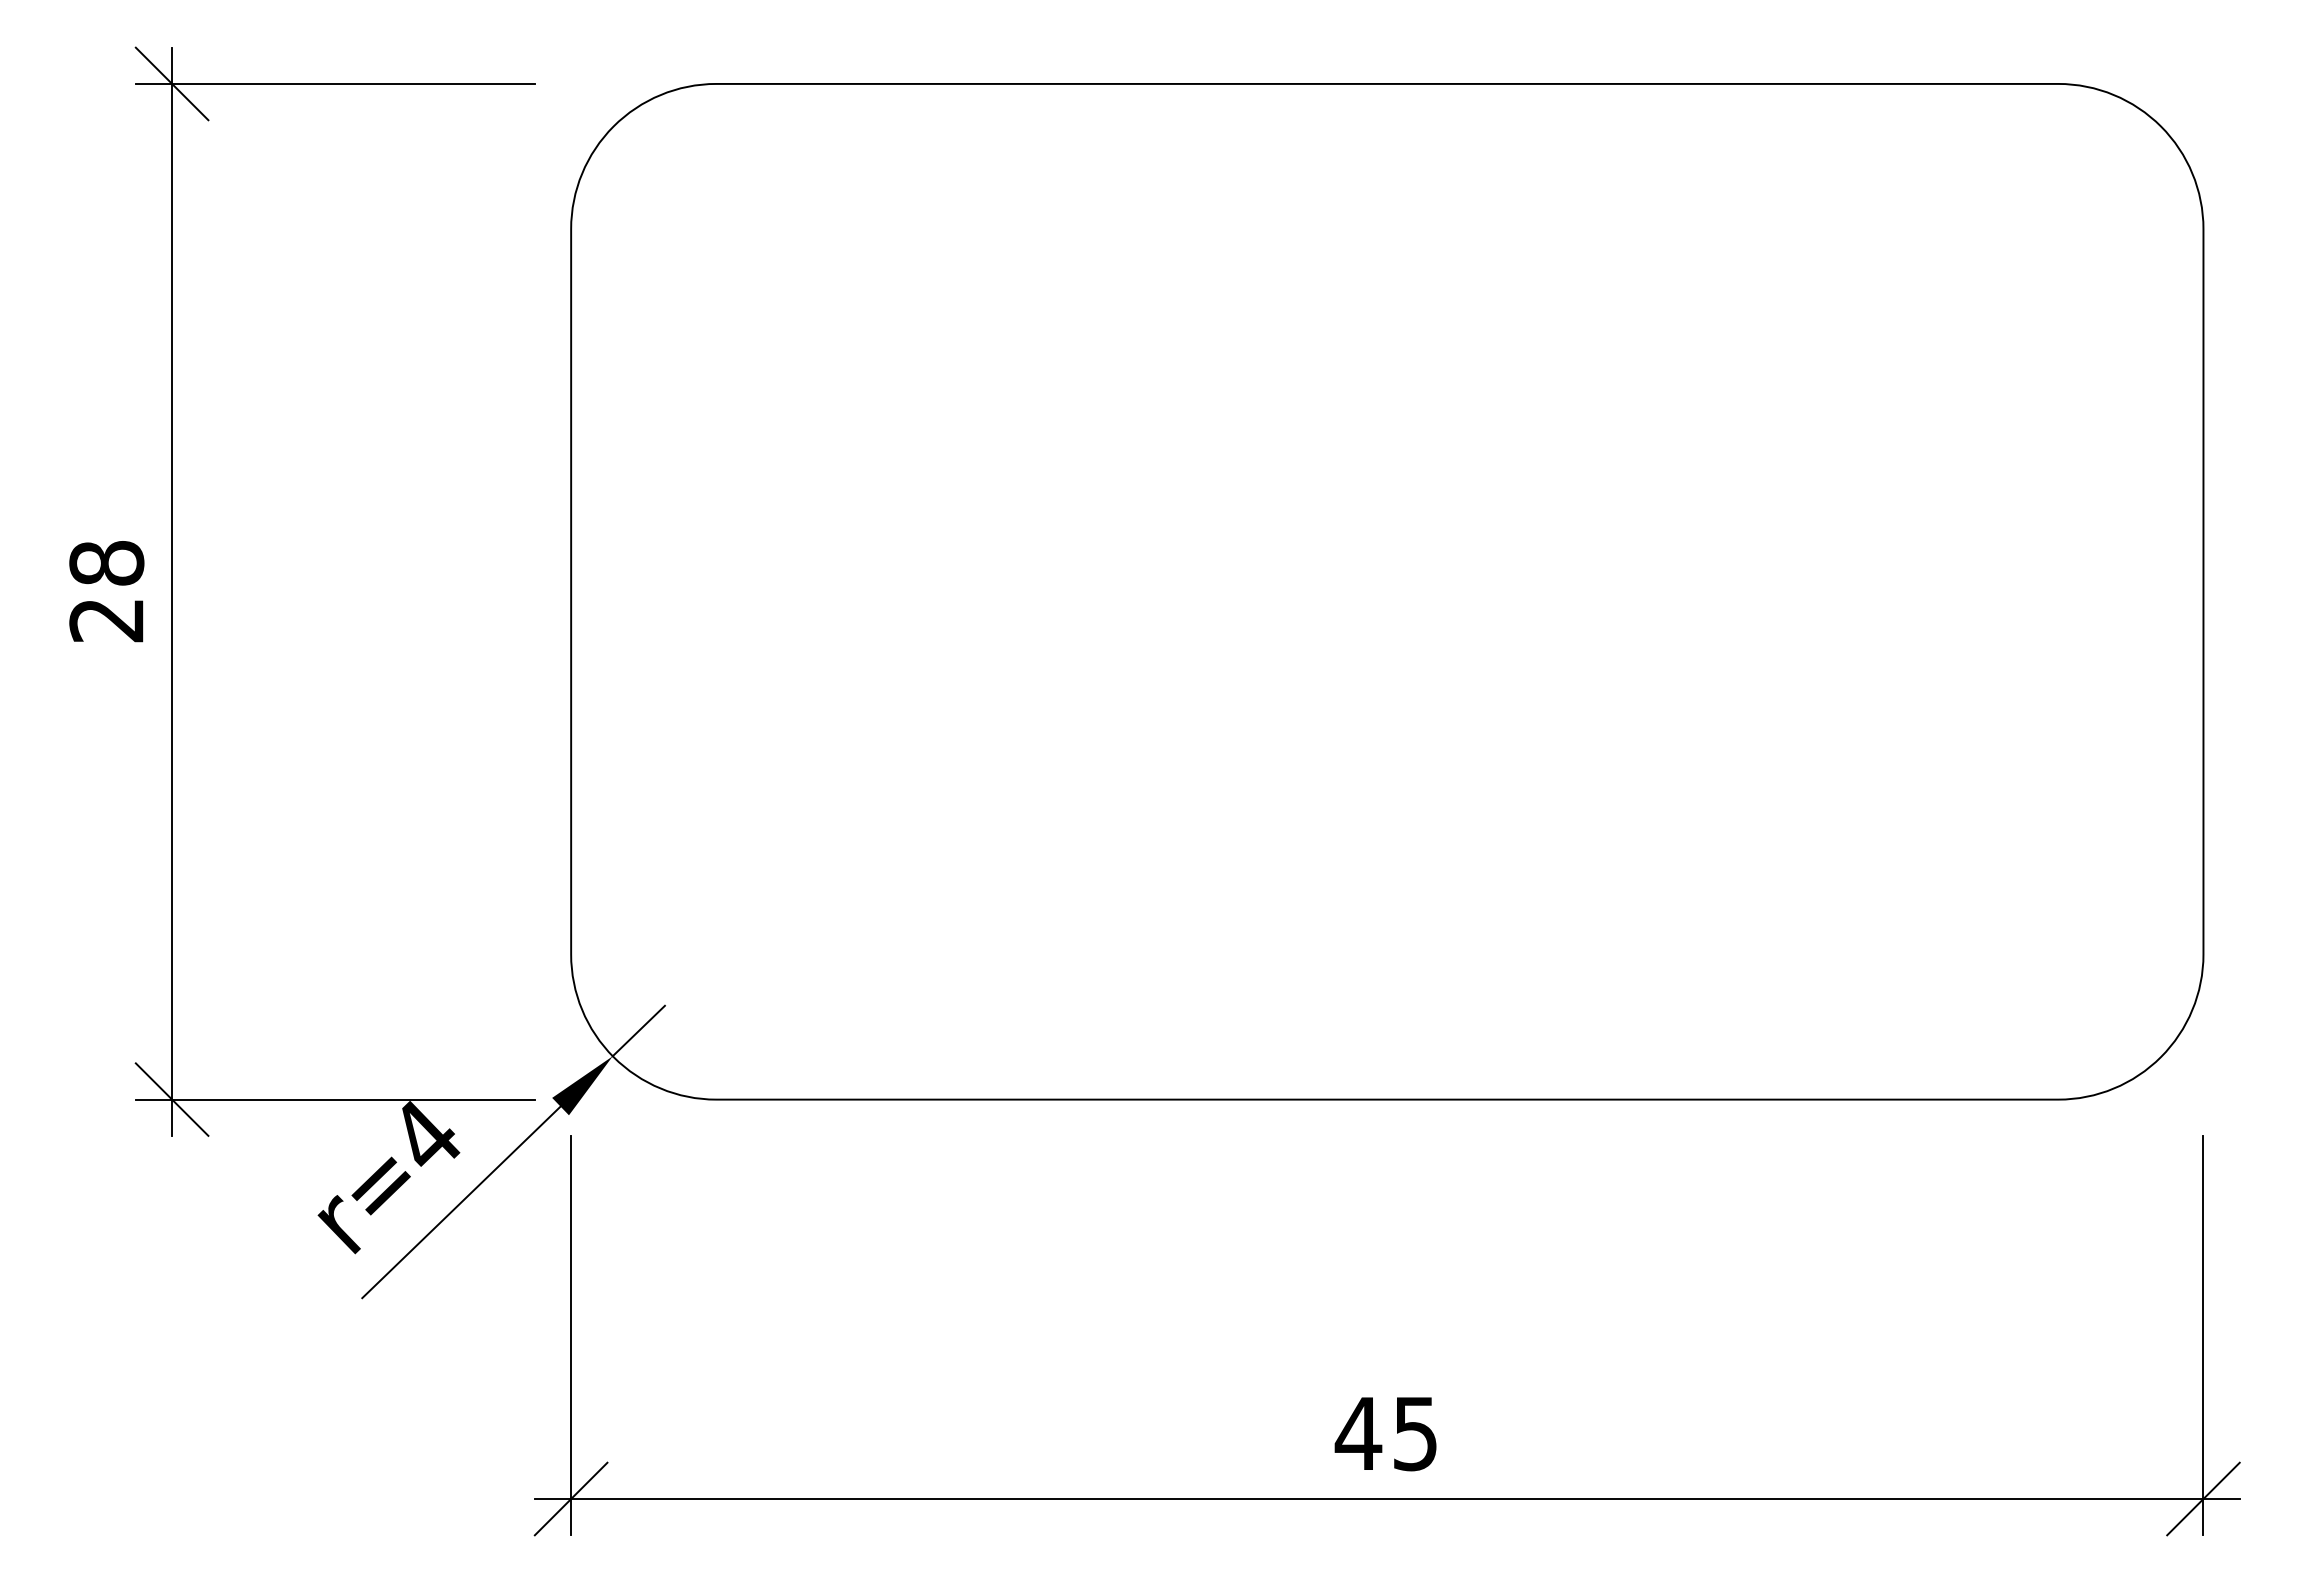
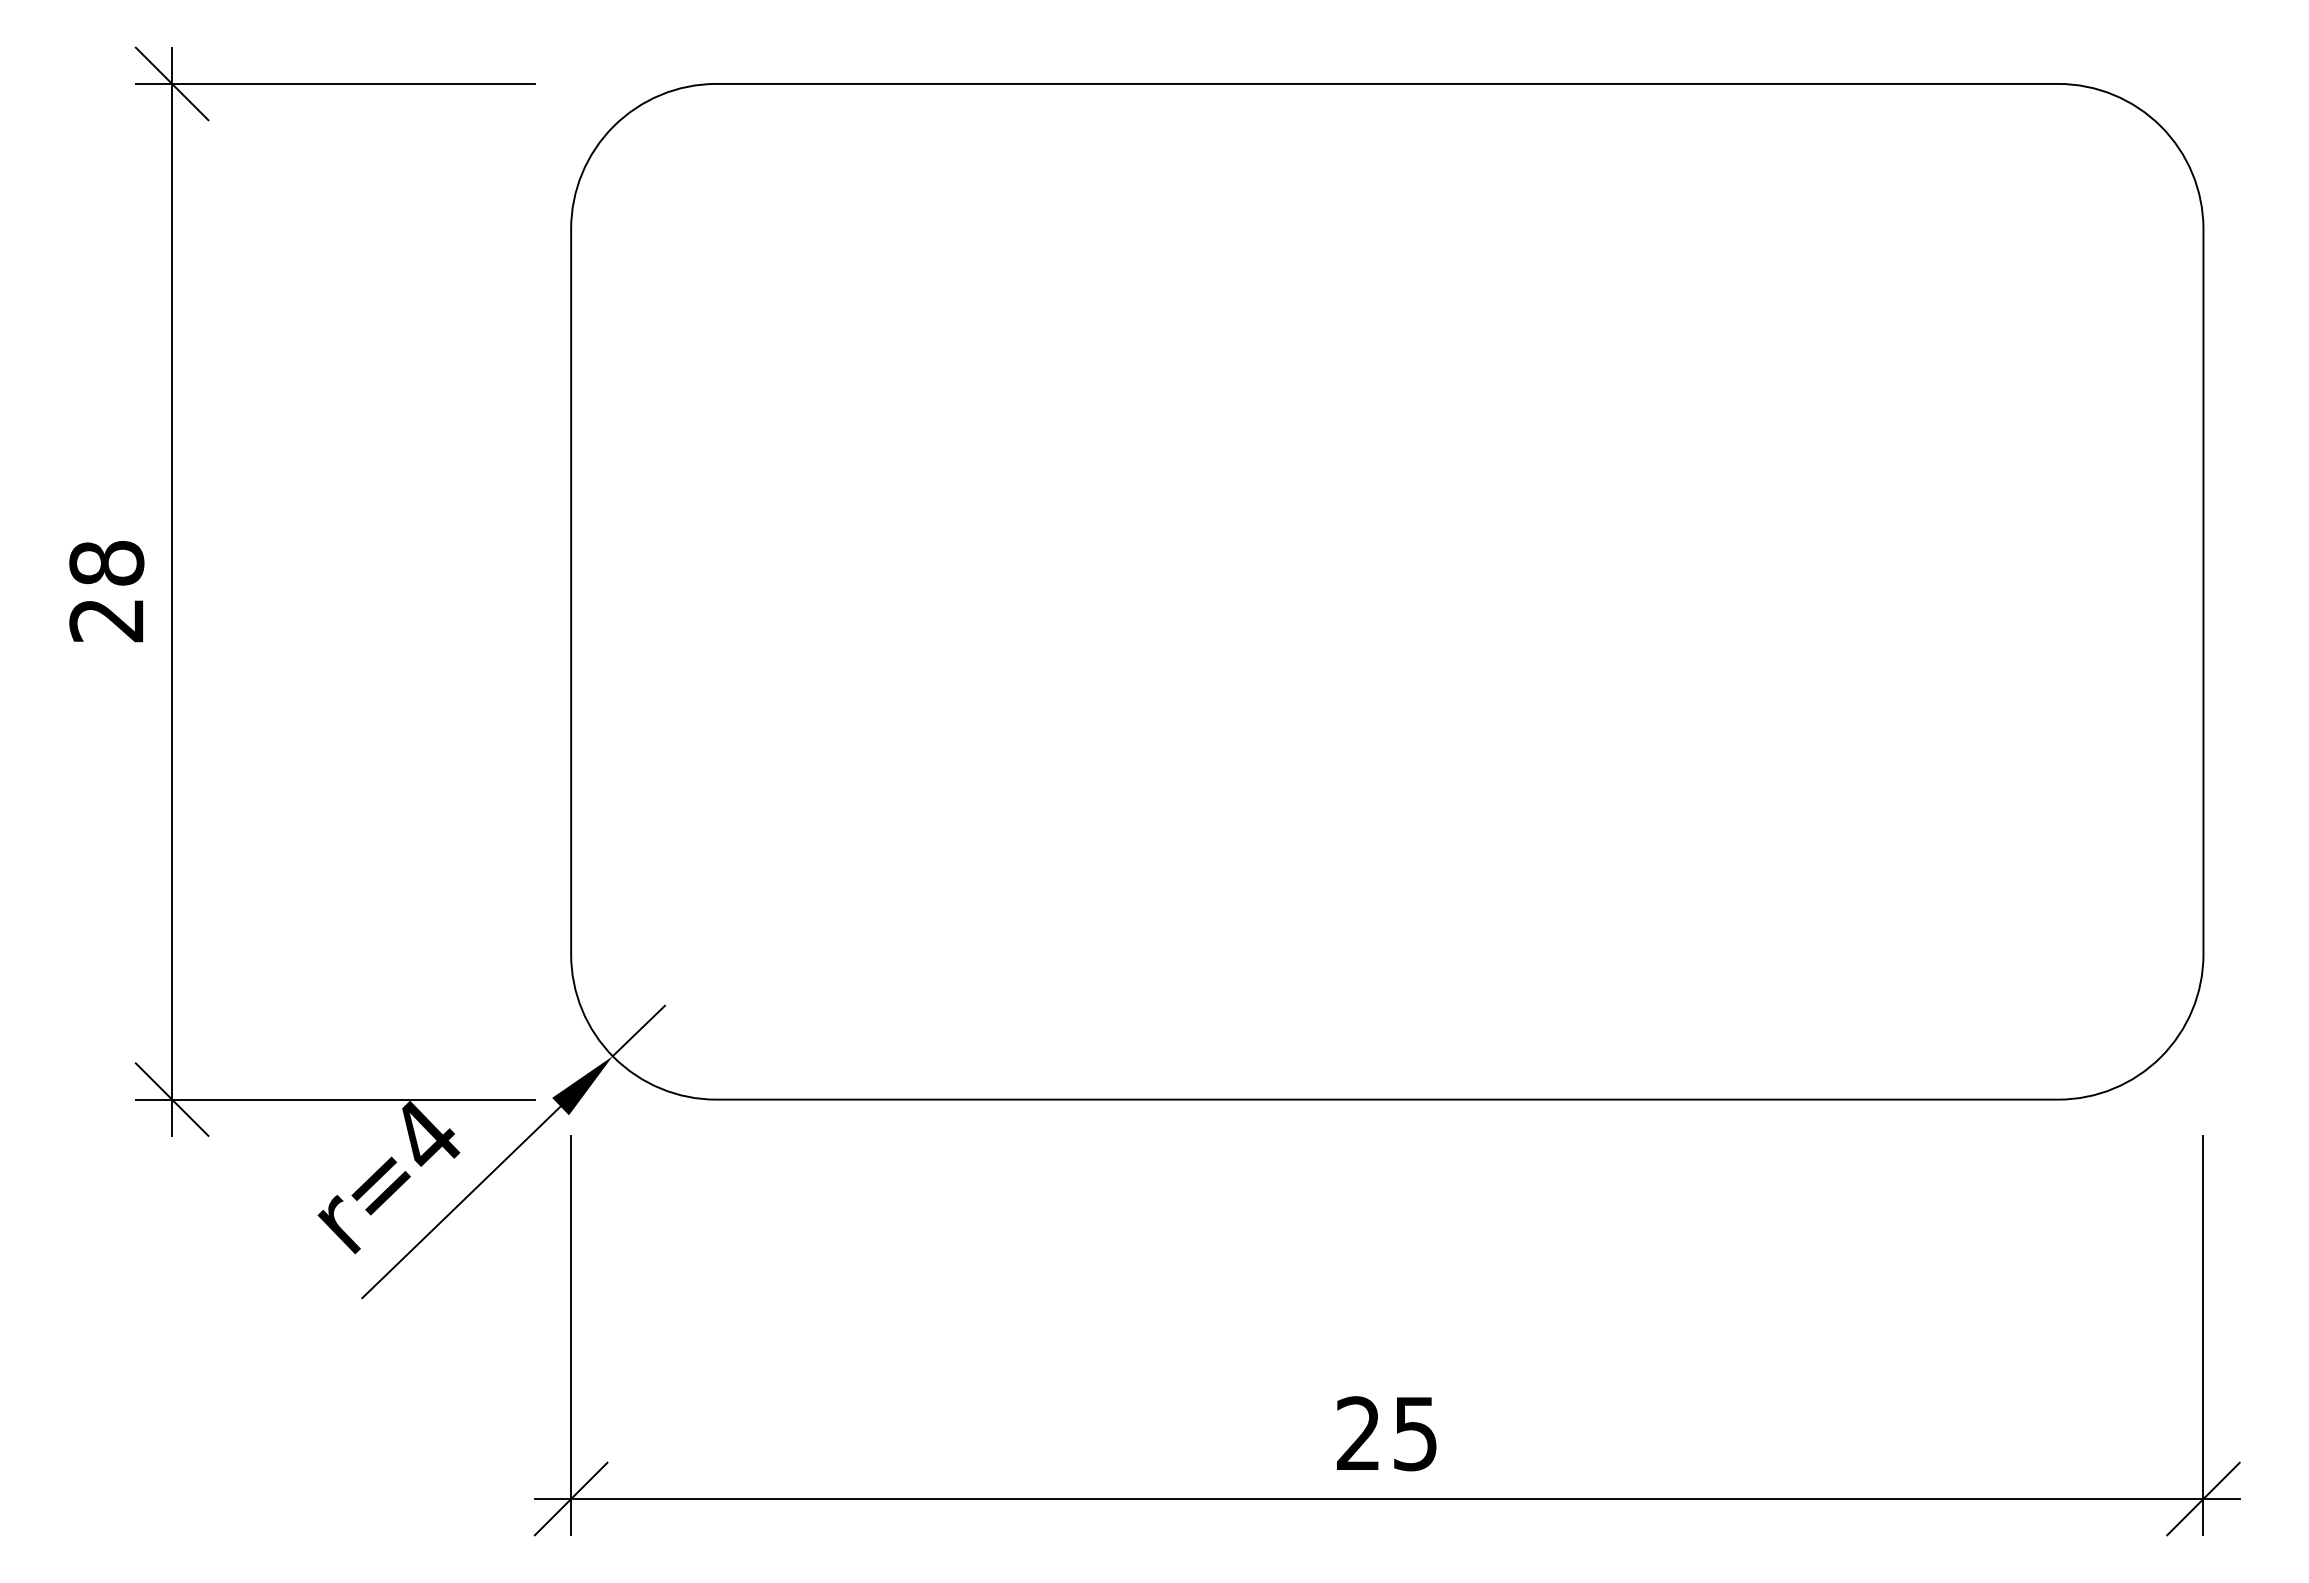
text at (1358, 1432): 45 -> 25
